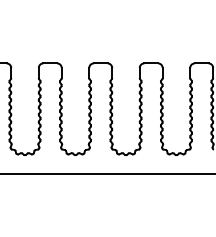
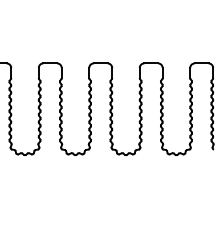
line at (107, 173): present -> none
